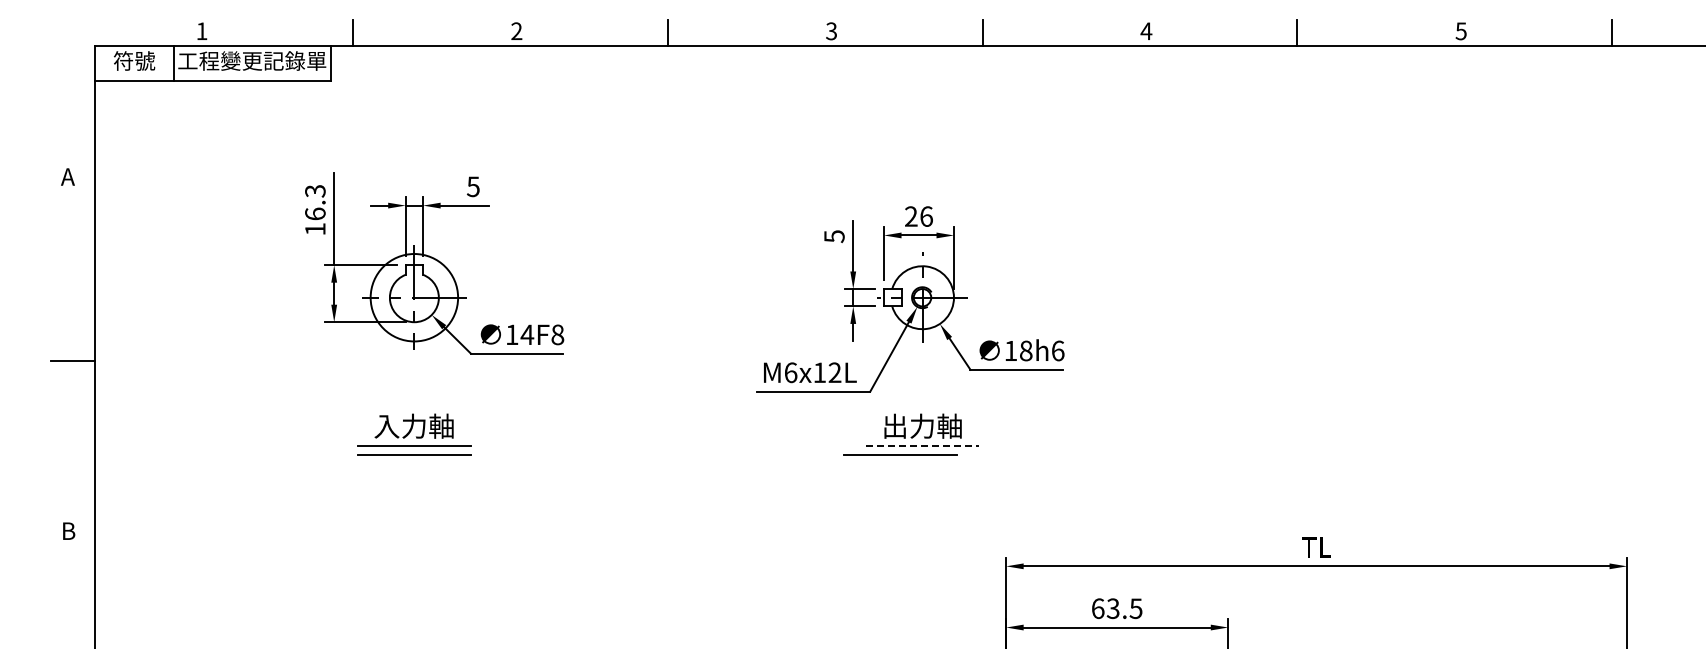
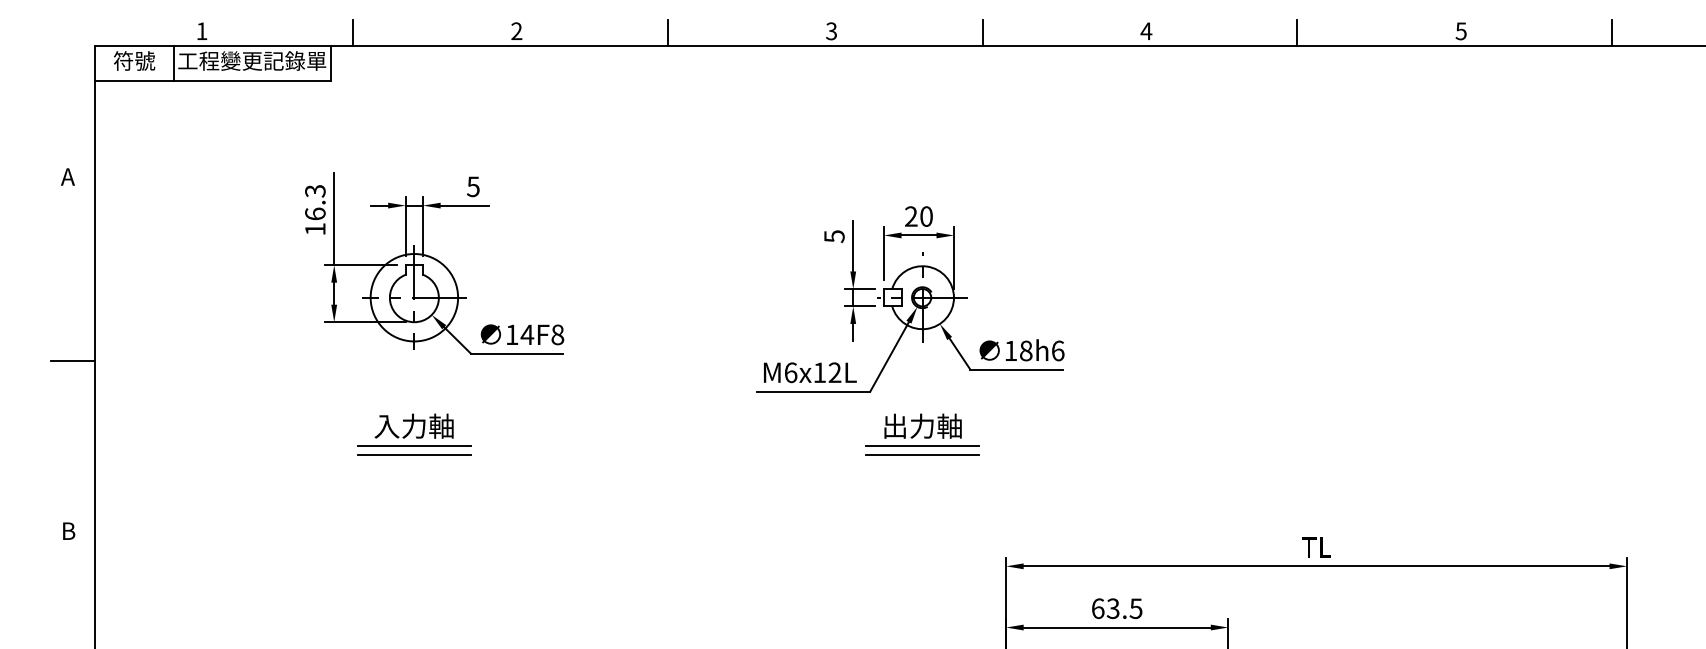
text at (926, 216): 26 -> 20
line at (922, 446): dashed -> solid
line at (900, 454) position: (900, 454) -> (922, 454)
